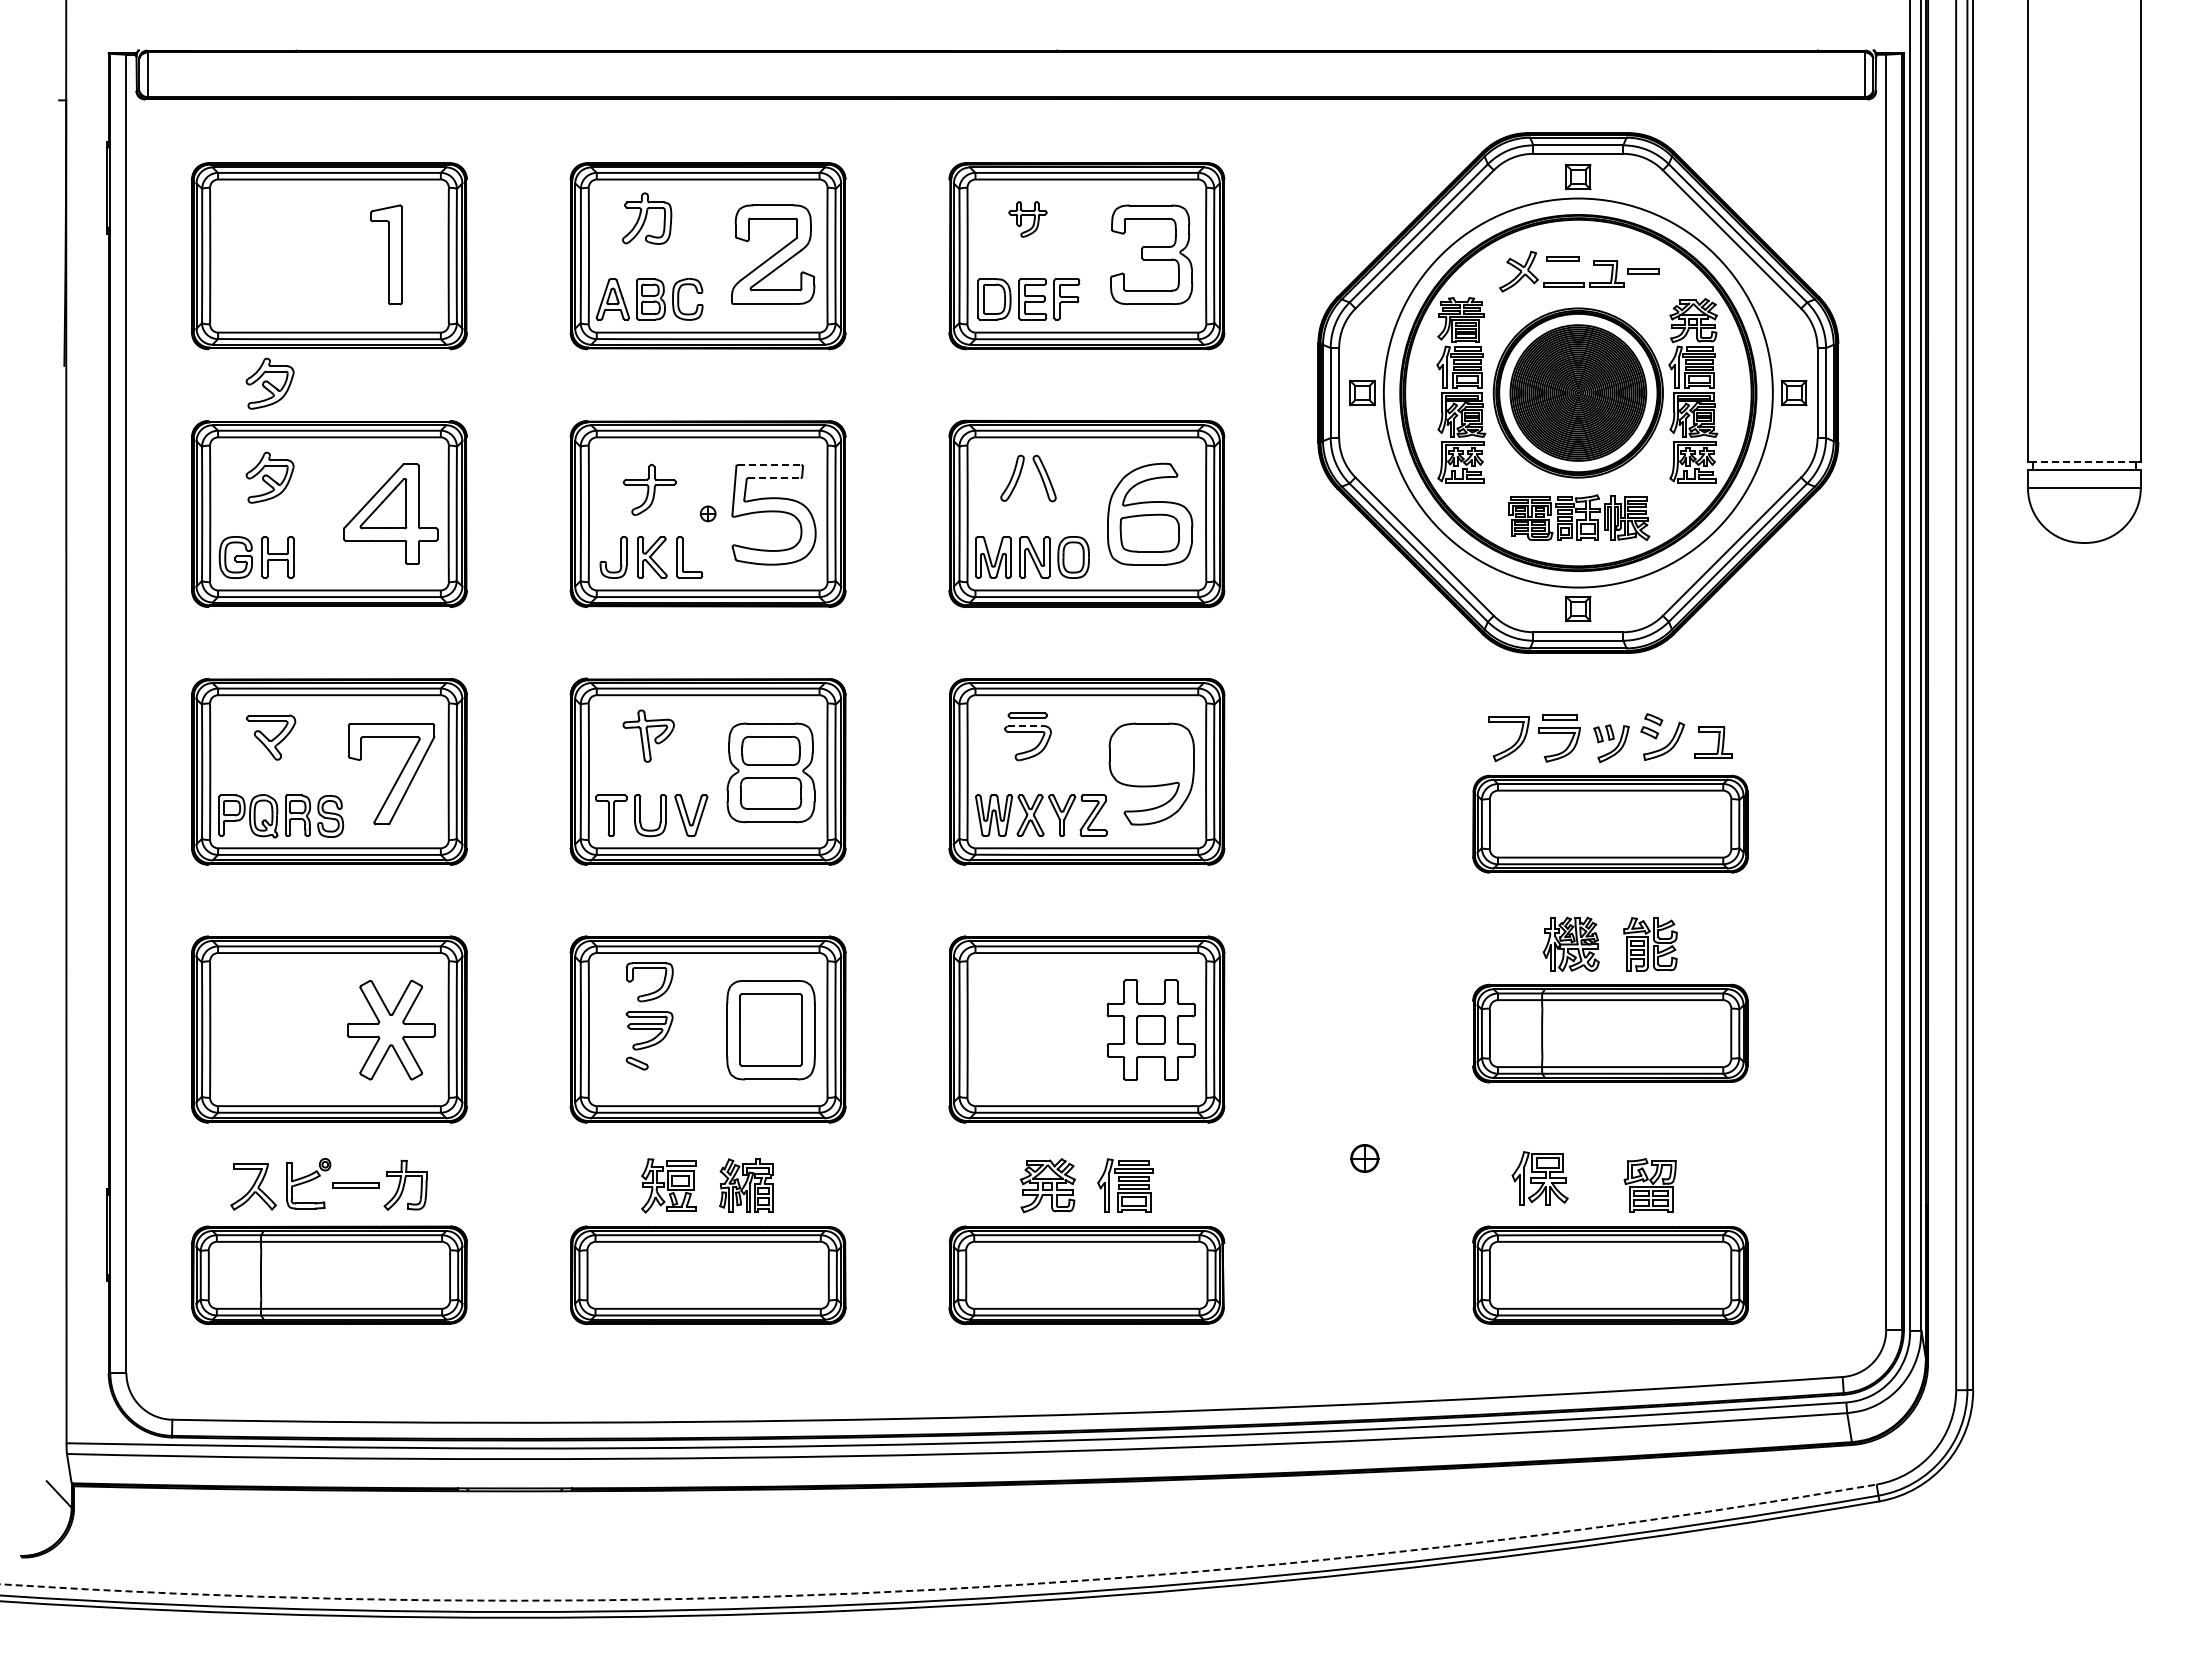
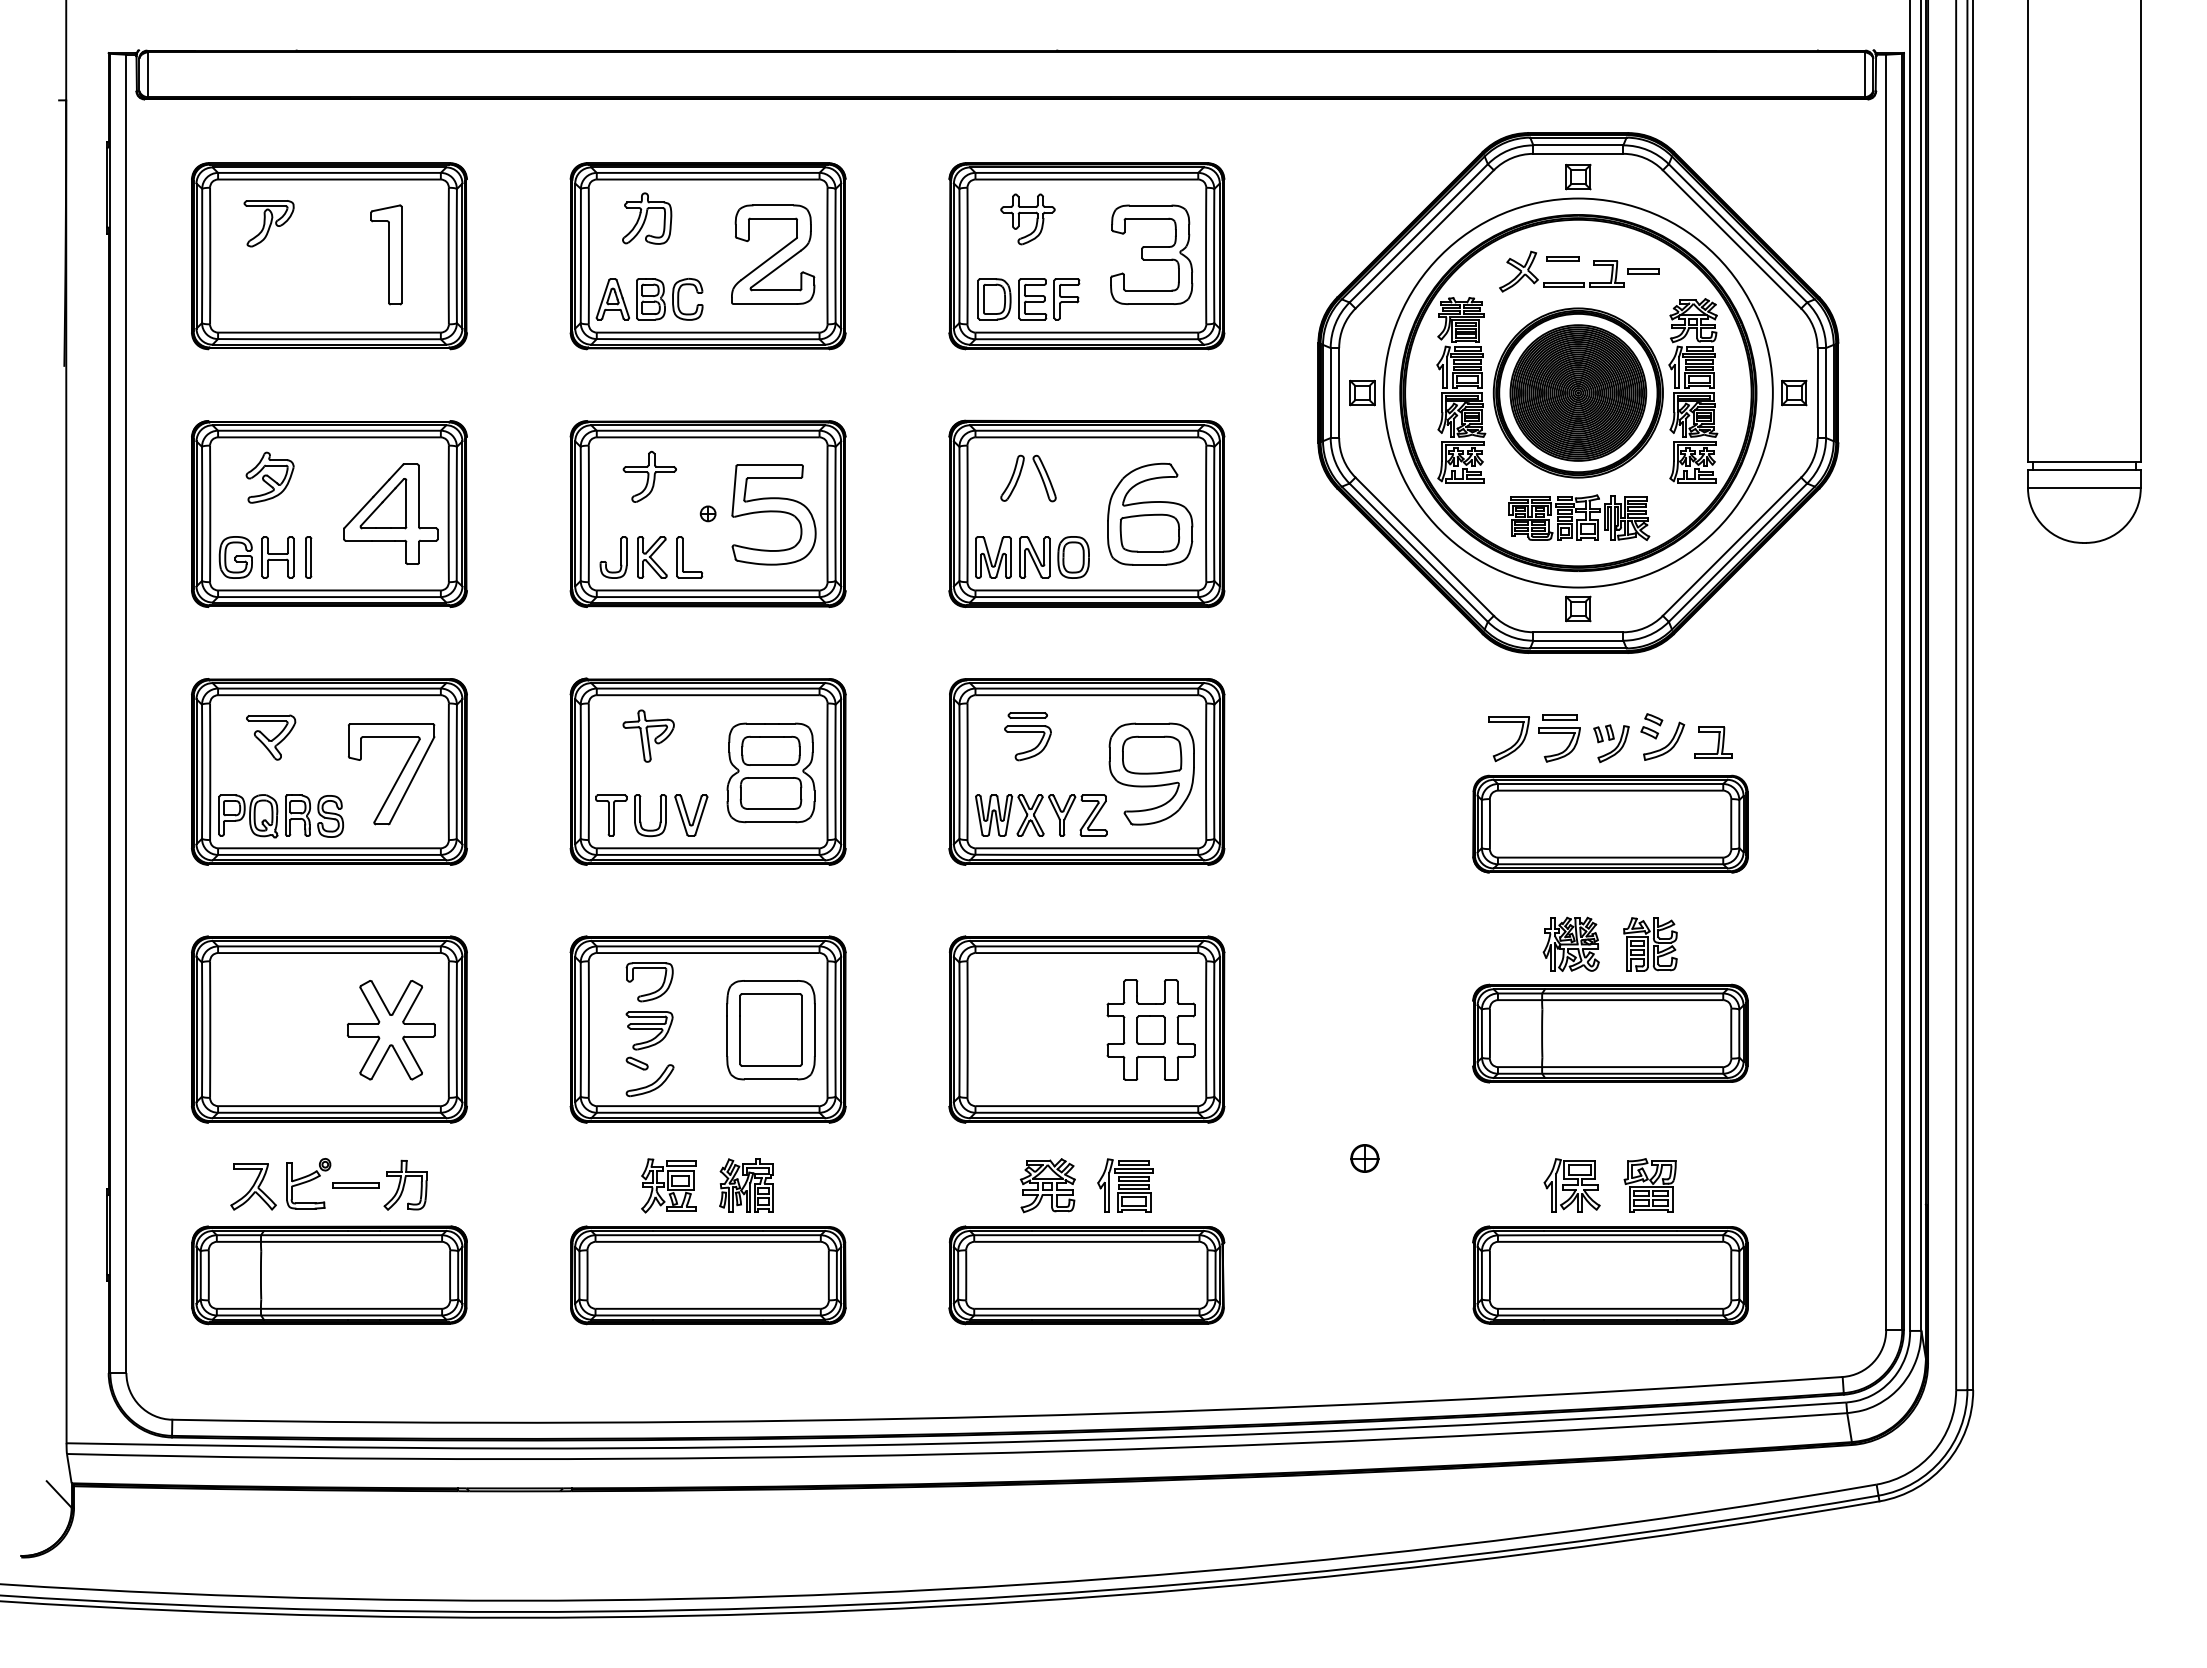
part at (1027, 219) size: 40x37 px -> 56x53 px
part at (268, 223): none -> present
part at (269, 383): present -> none
line at (2084, 462): dashed -> solid
line at (769, 464): dashed -> solid
line at (774, 478): dashed -> solid
part at (649, 489) position: (649, 489) -> (649, 476)
part at (308, 557): none -> present
line at (1026, 726): dashed -> solid
part at (1152, 754): none -> present
part at (649, 1080): none -> present
part at (1539, 1178) position: (1539, 1178) -> (1571, 1185)
arc at (940, 1589): dashed -> solid
